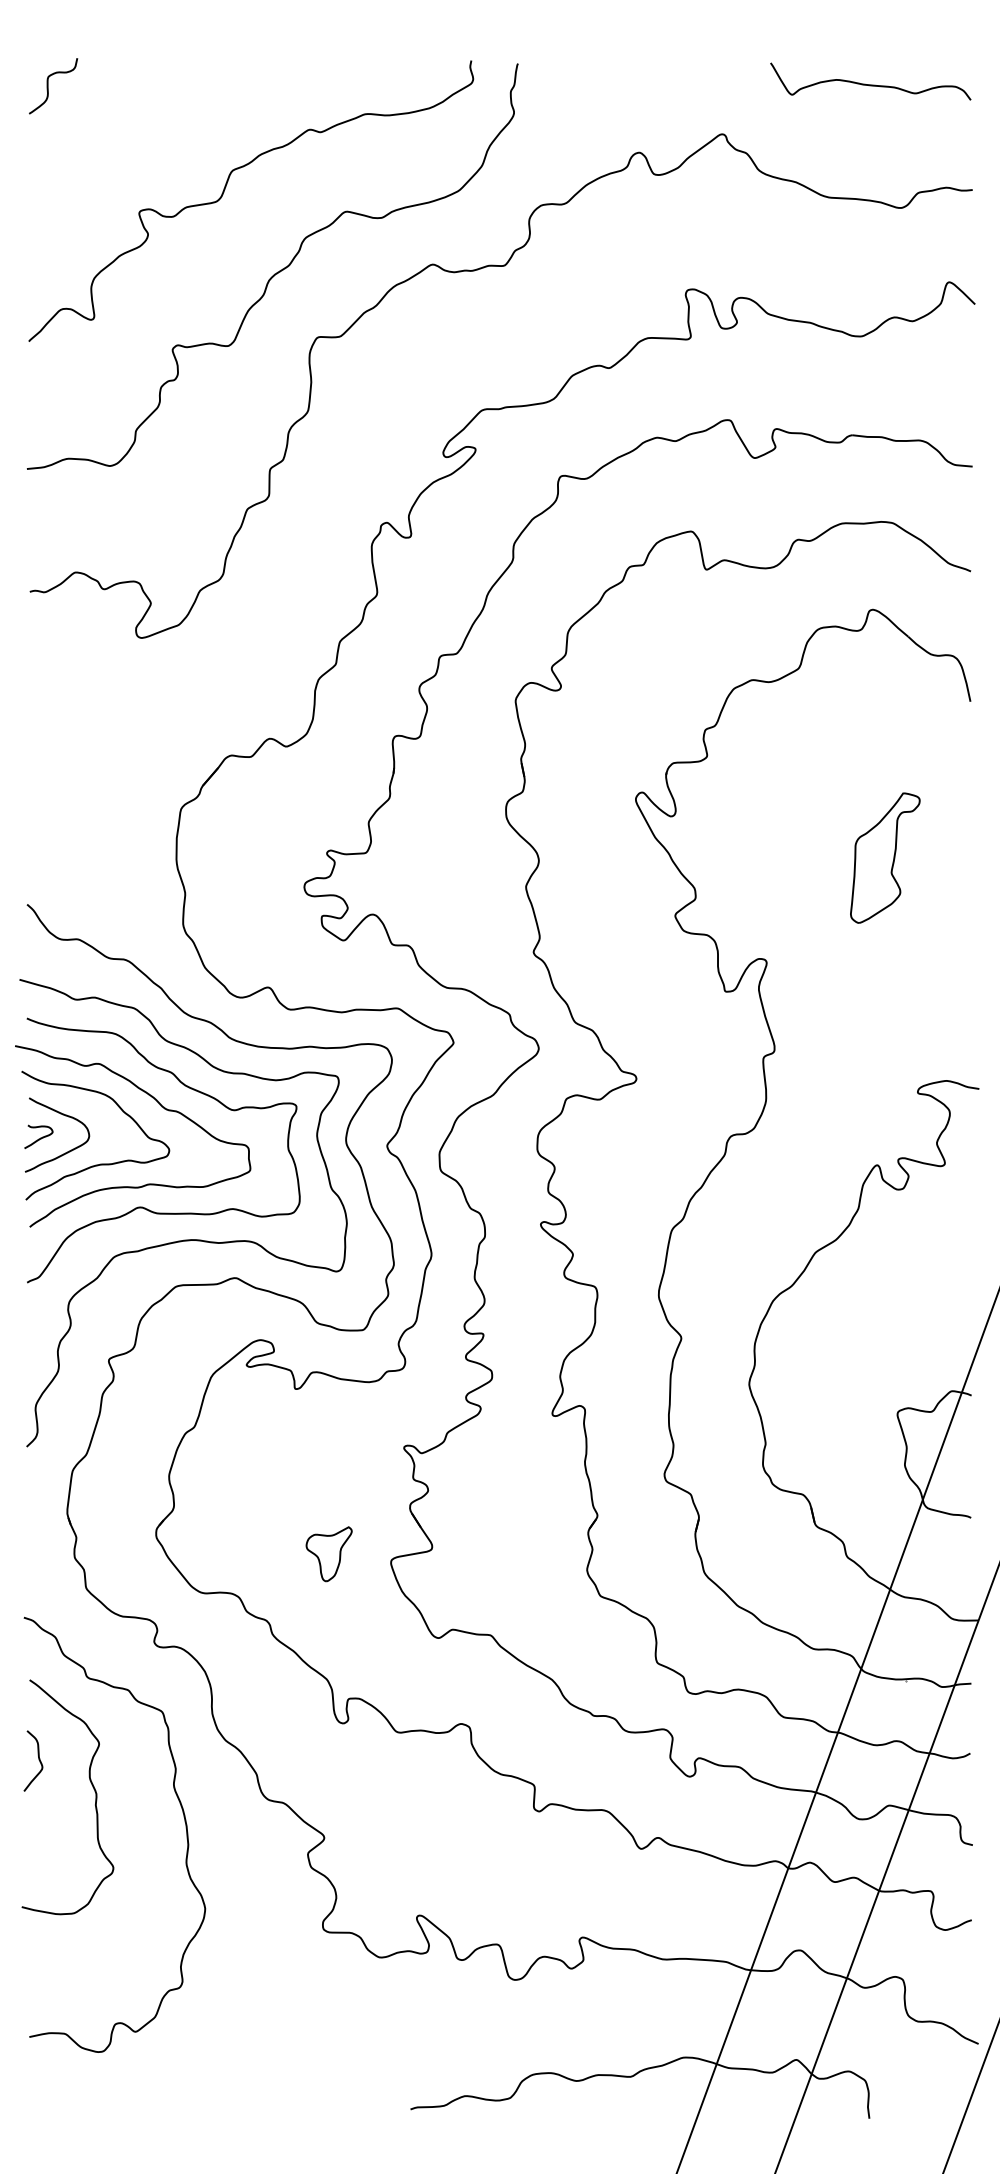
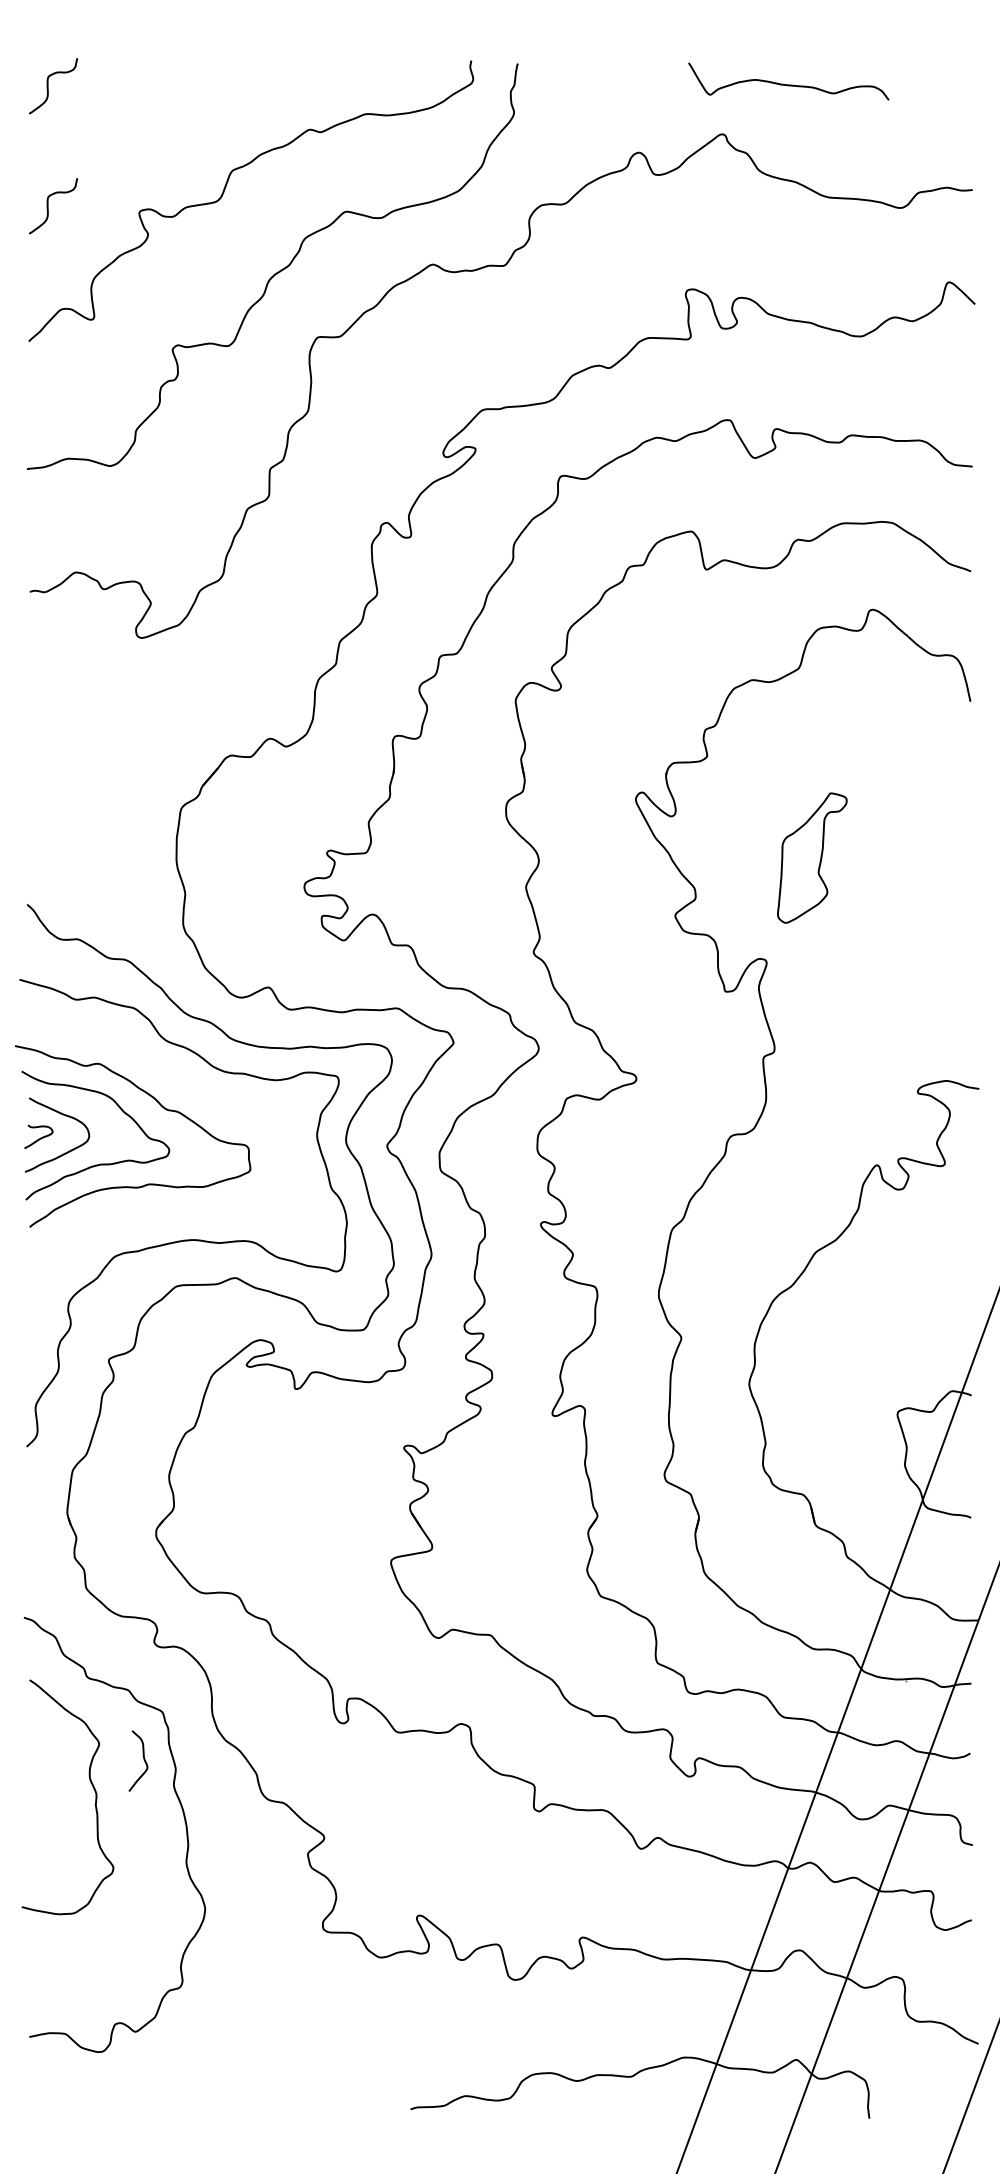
curve at (870, 84) position: (870, 84) -> (788, 84)
curve at (48, 206): none -> present
part at (885, 857) position: (885, 857) -> (812, 857)
curve at (145, 1207): present -> none
part at (328, 1554): present -> none
curve at (38, 1760) position: (38, 1760) -> (143, 1760)
